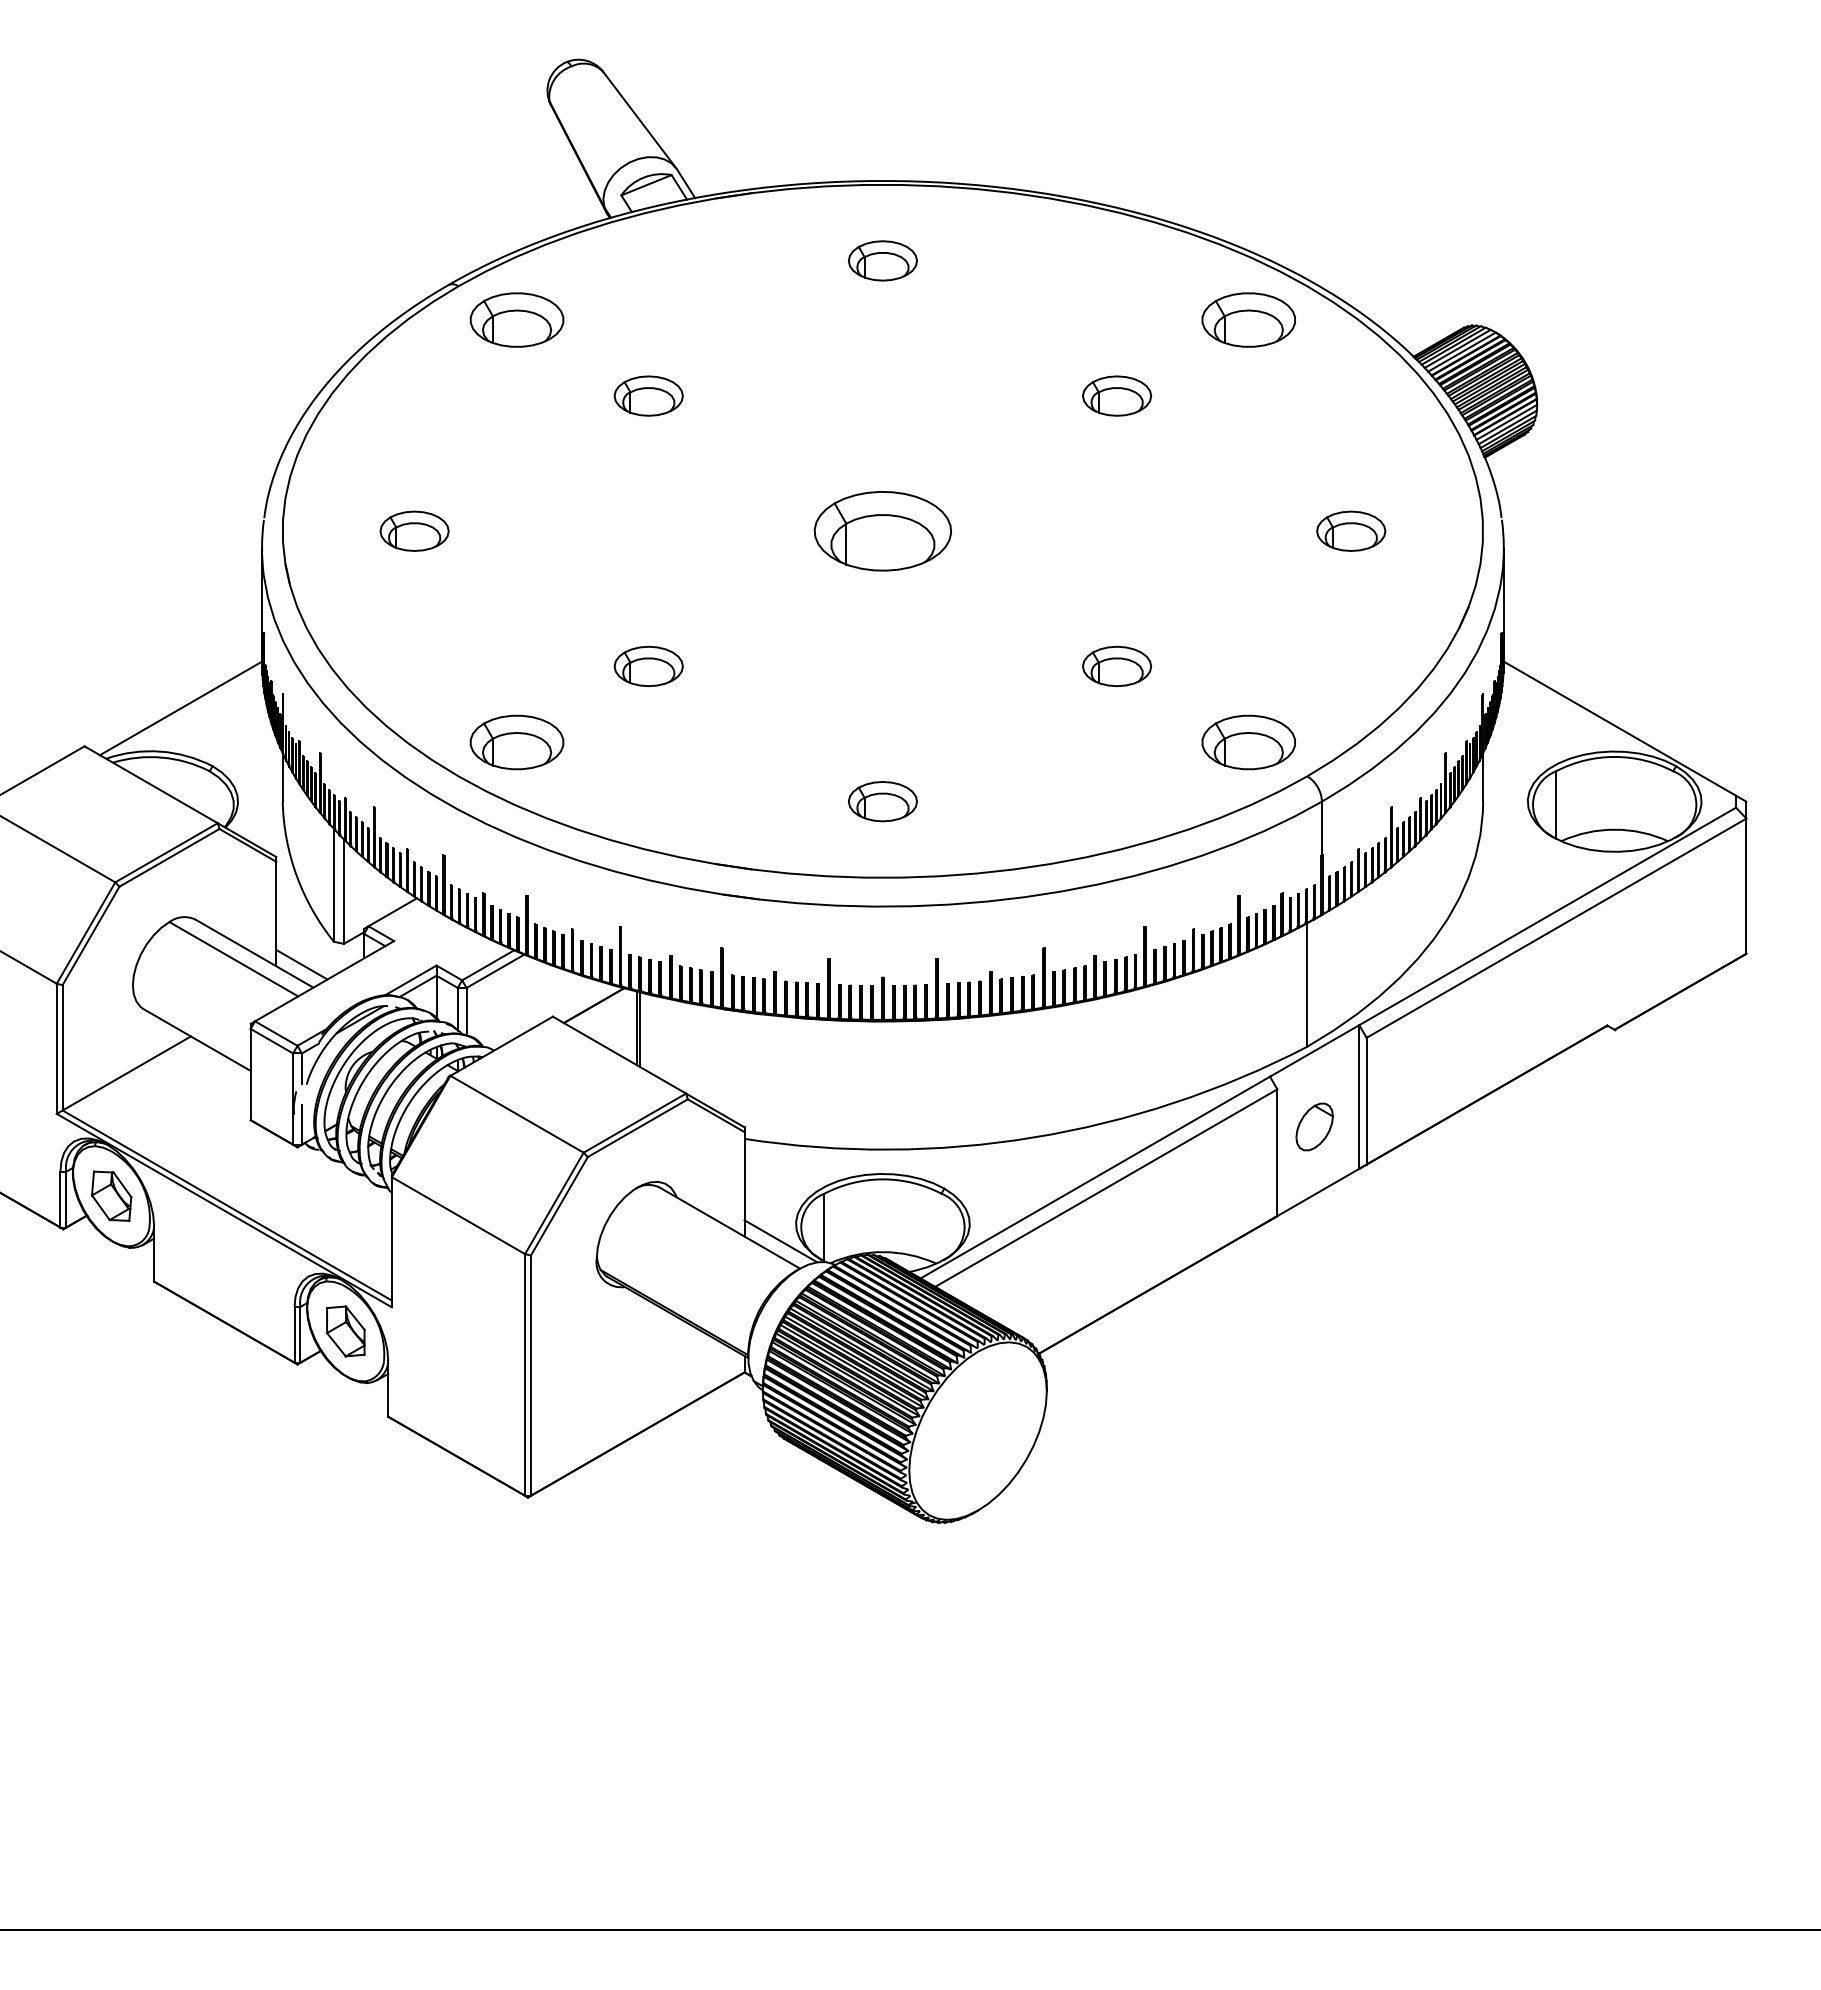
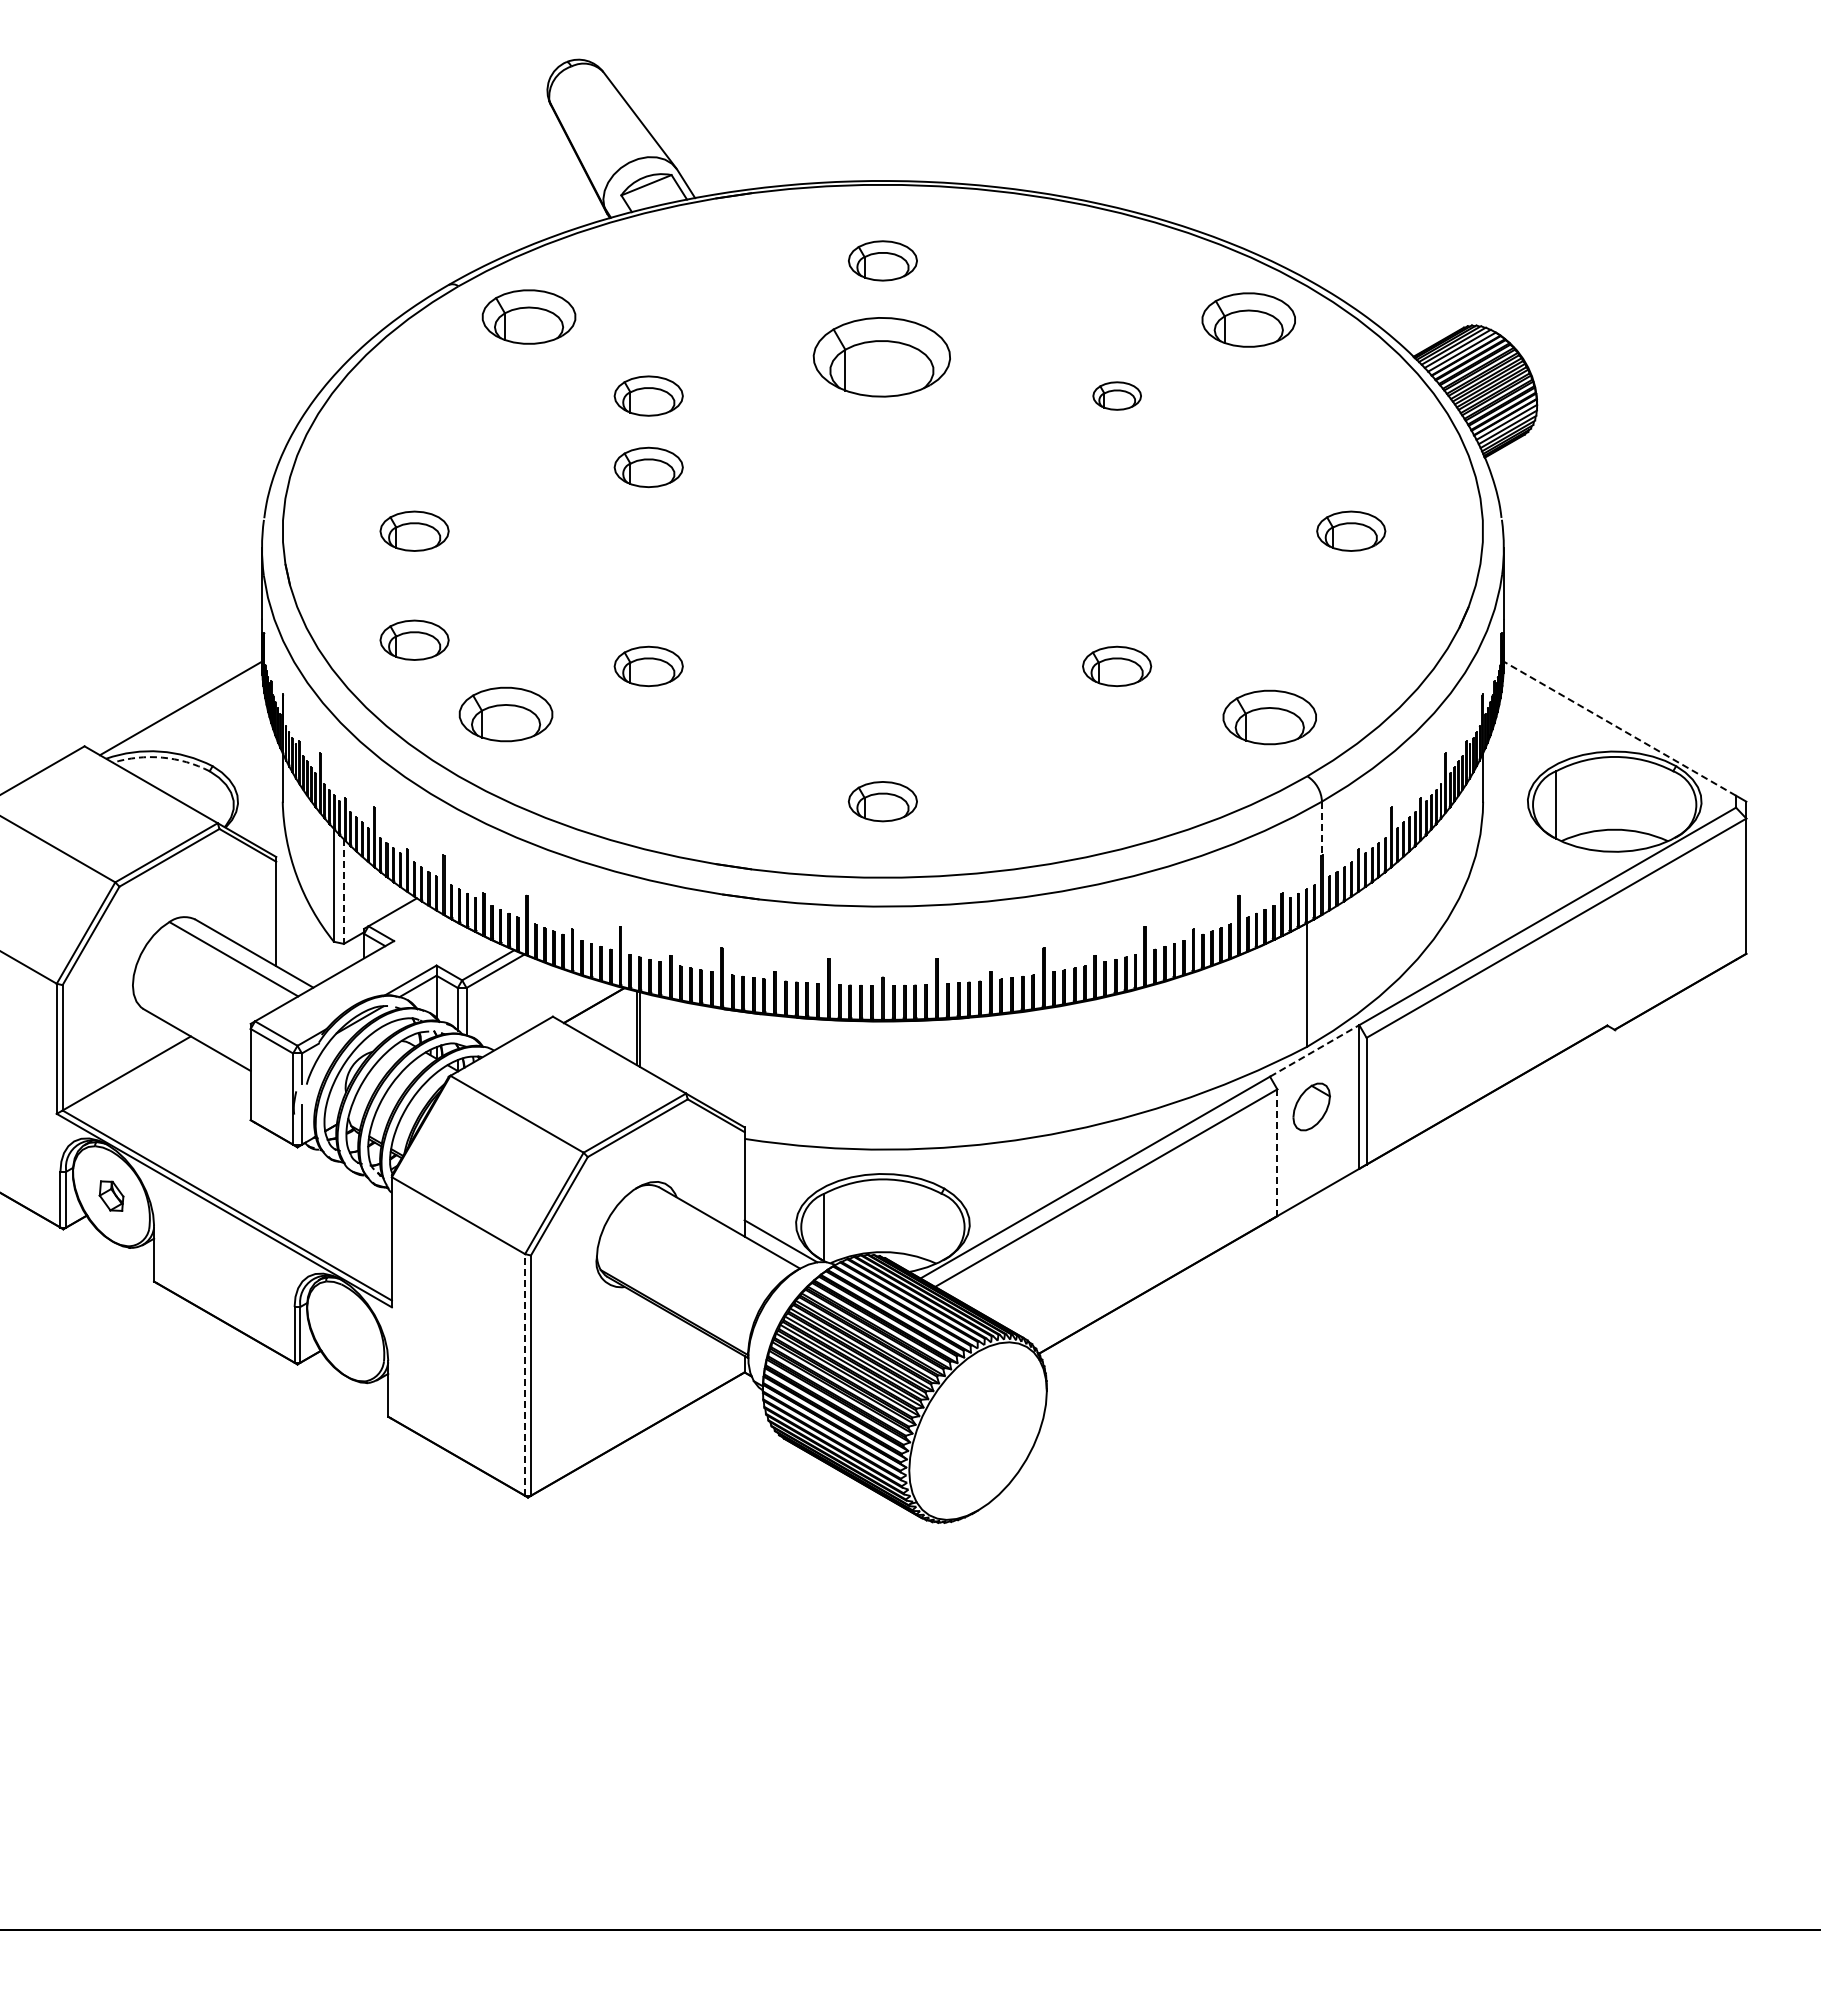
part at (516, 319) position: (516, 319) -> (528, 316)
part at (1117, 395) size: 71x42 px -> 50x30 px
part at (648, 467): none -> present
part at (882, 531) position: (882, 531) -> (881, 357)
part at (414, 639): none -> present
line at (1619, 728): solid -> dashed
part at (516, 742) position: (516, 742) -> (505, 714)
part at (1248, 742) position: (1248, 742) -> (1269, 717)
arc at (162, 757): solid -> dashed
line at (1321, 829): solid -> dashed
line at (343, 892): solid -> dashed
line at (301, 964): present -> none
line at (1314, 1050): solid -> dashed
part at (1314, 1126) position: (1314, 1126) -> (1311, 1106)
line at (1277, 1153): solid -> dashed
part at (111, 1195) size: 43x52 px -> 27x32 px
part at (345, 1331): present -> none
line at (525, 1374): solid -> dashed
